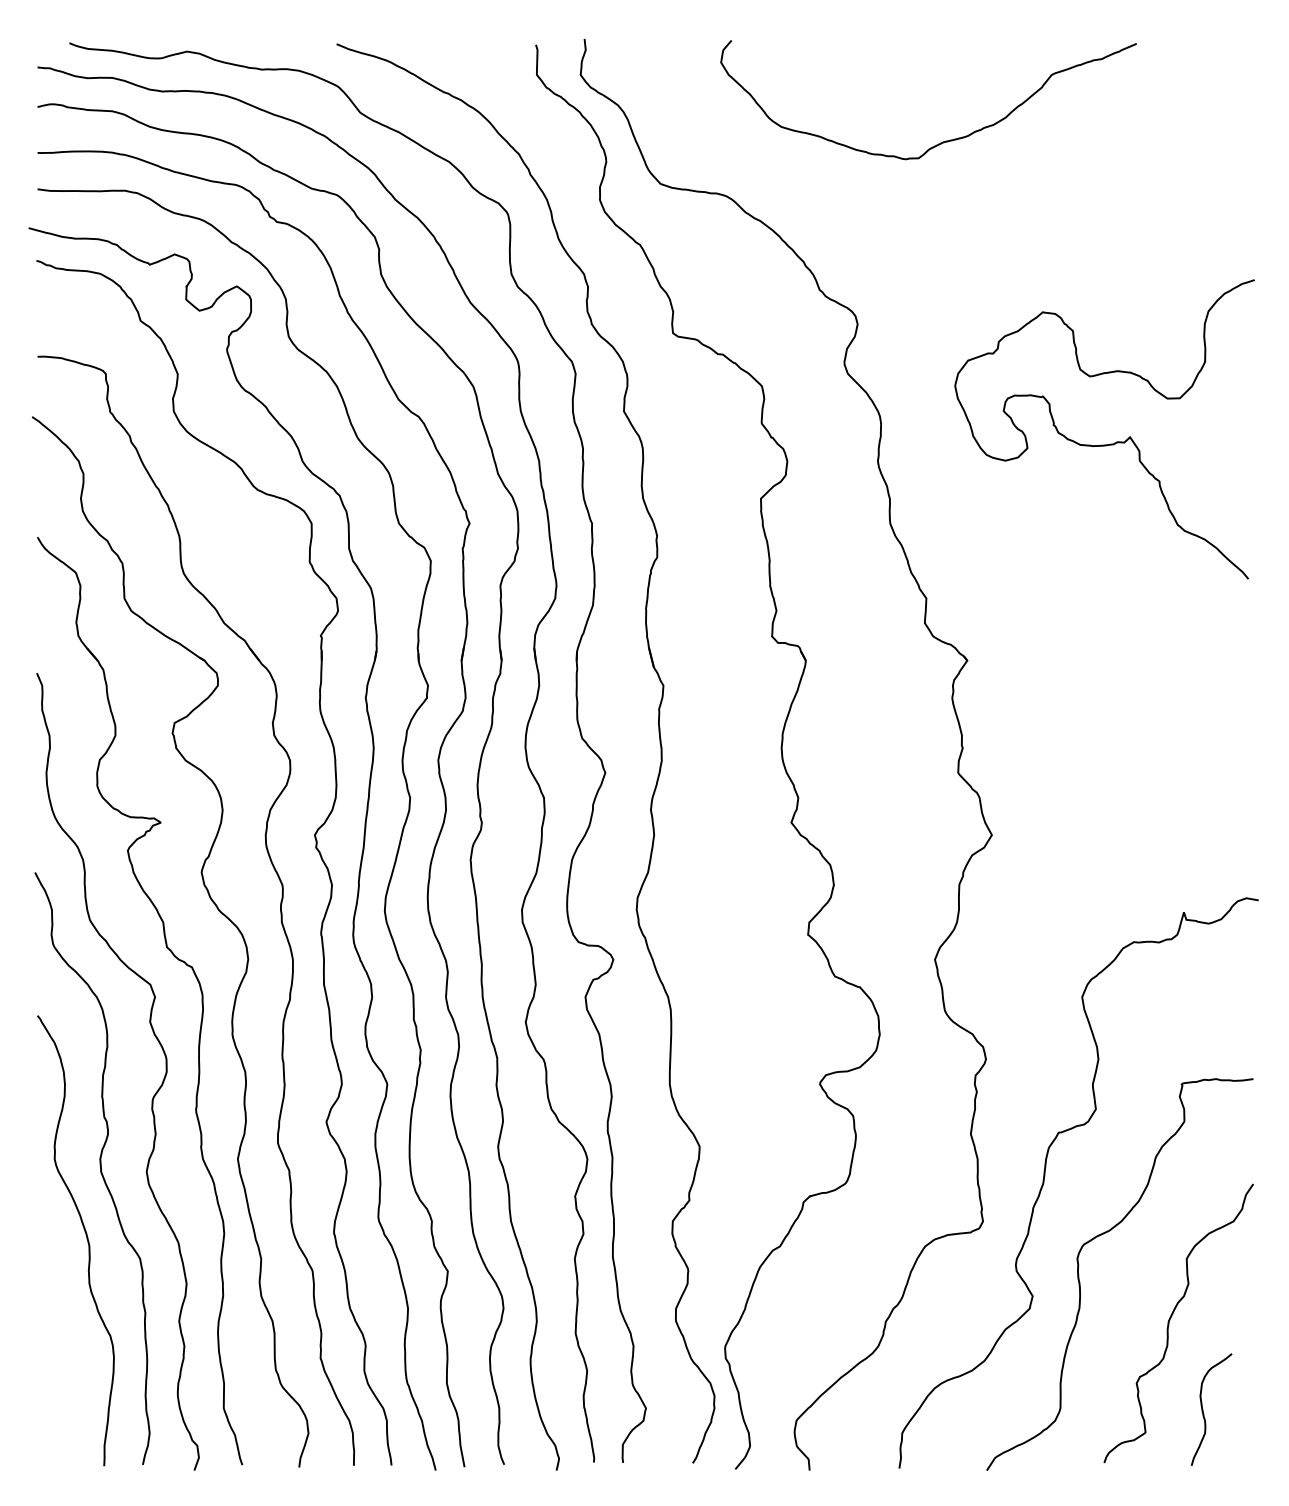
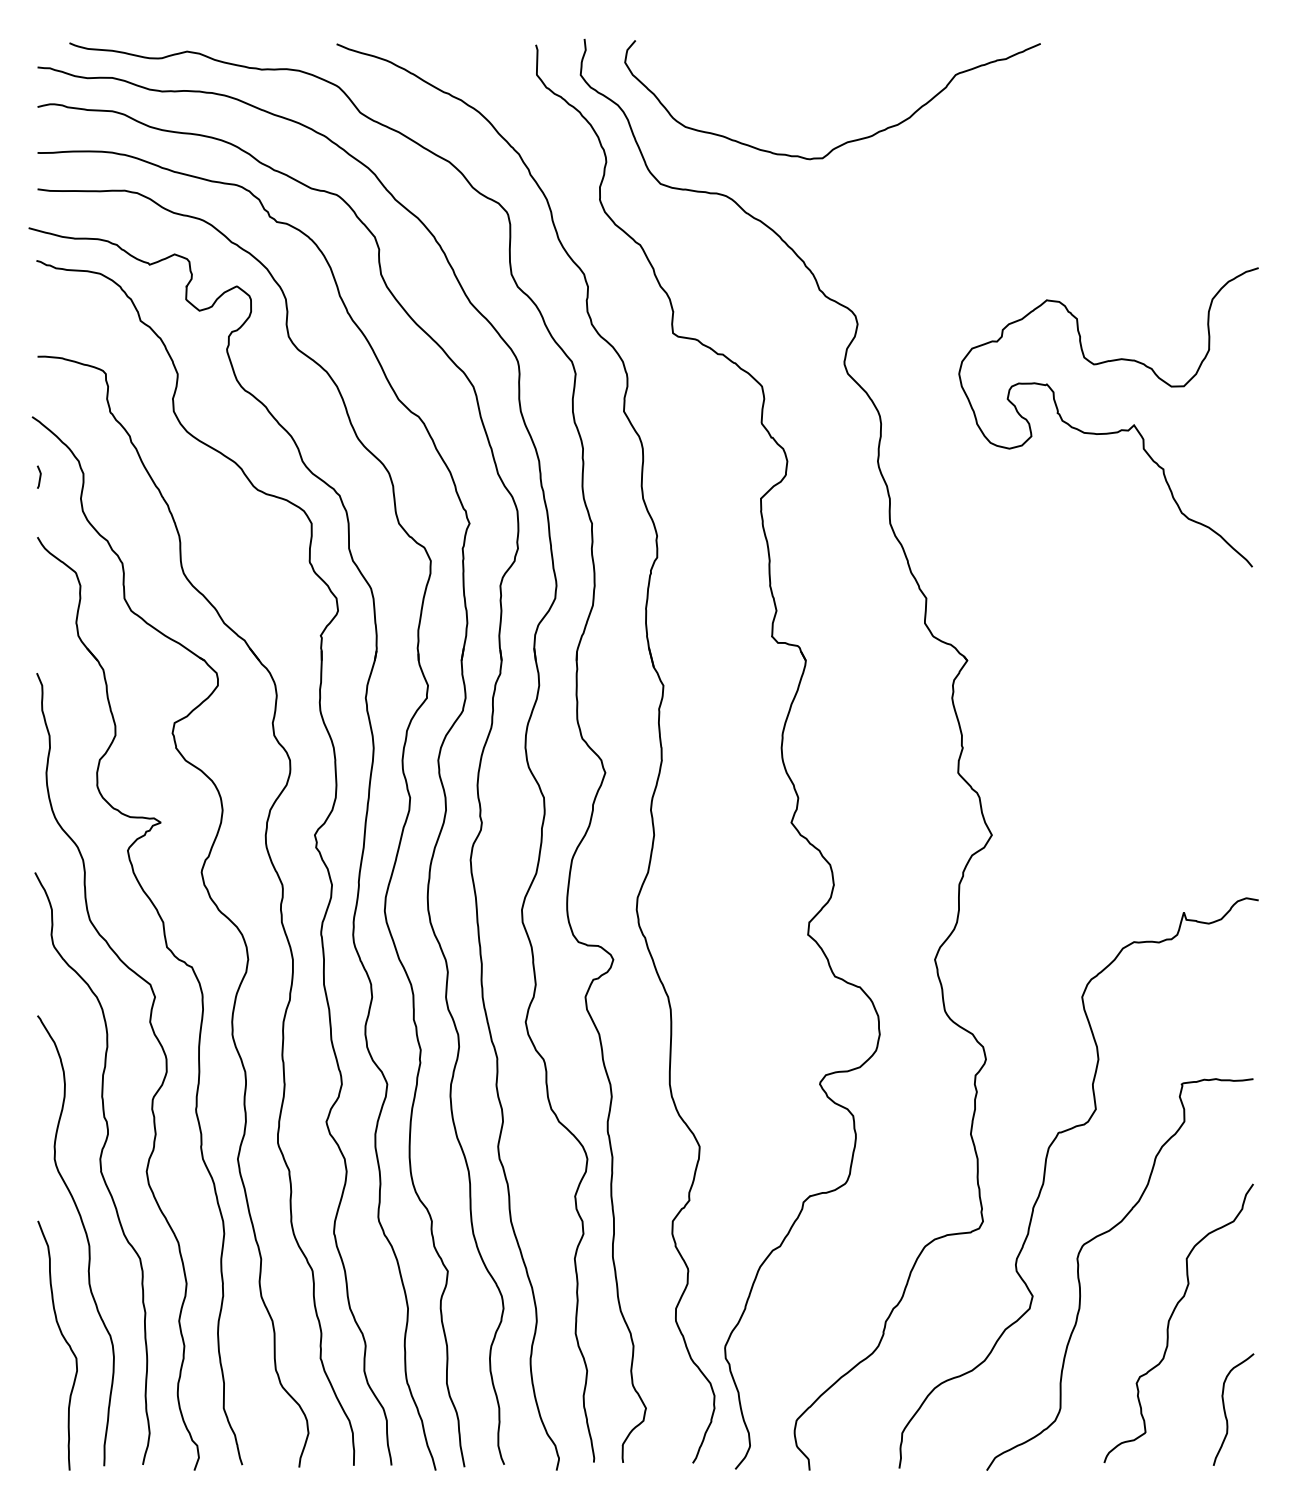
curve at (942, 141) position: (942, 141) -> (846, 141)
curve at (1104, 444) position: (1104, 444) -> (1108, 432)
line at (39, 476): none -> present
curve at (65, 1342): none -> present
curve at (1203, 1409) position: (1203, 1409) -> (1225, 1409)
